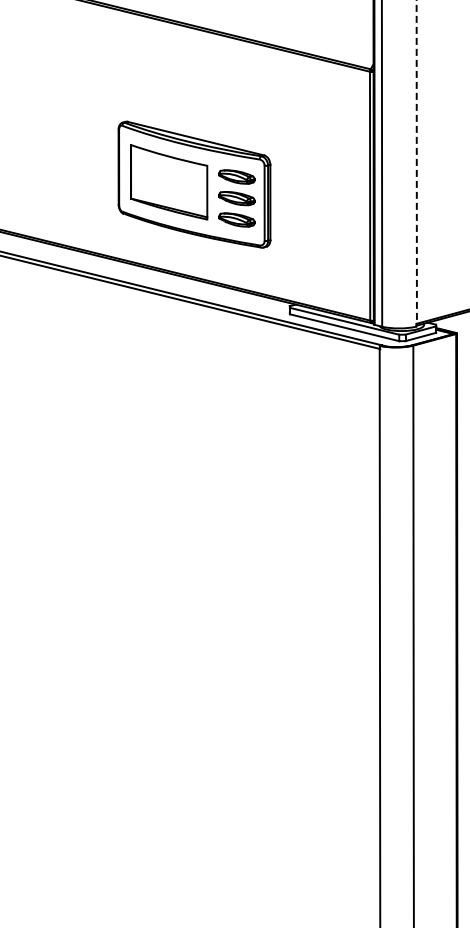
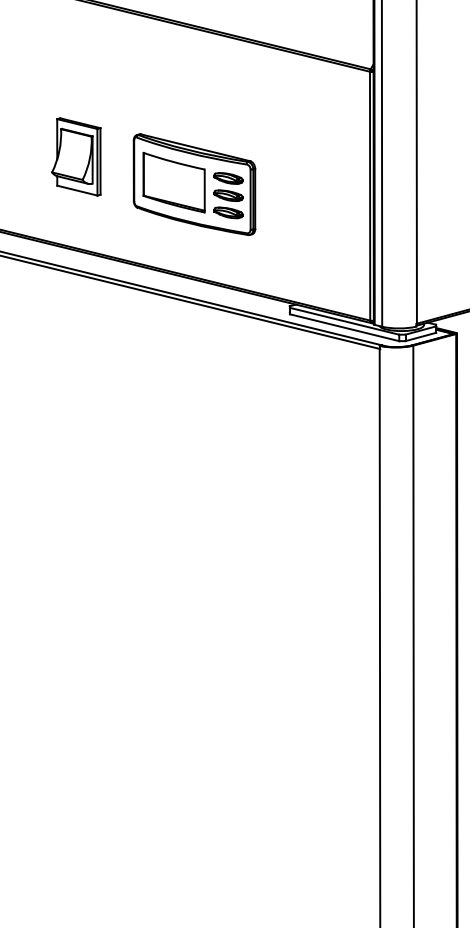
part at (76, 156): none -> present
line at (416, 162): dashed -> solid
part at (194, 184) size: 155x129 px -> 125x103 px
